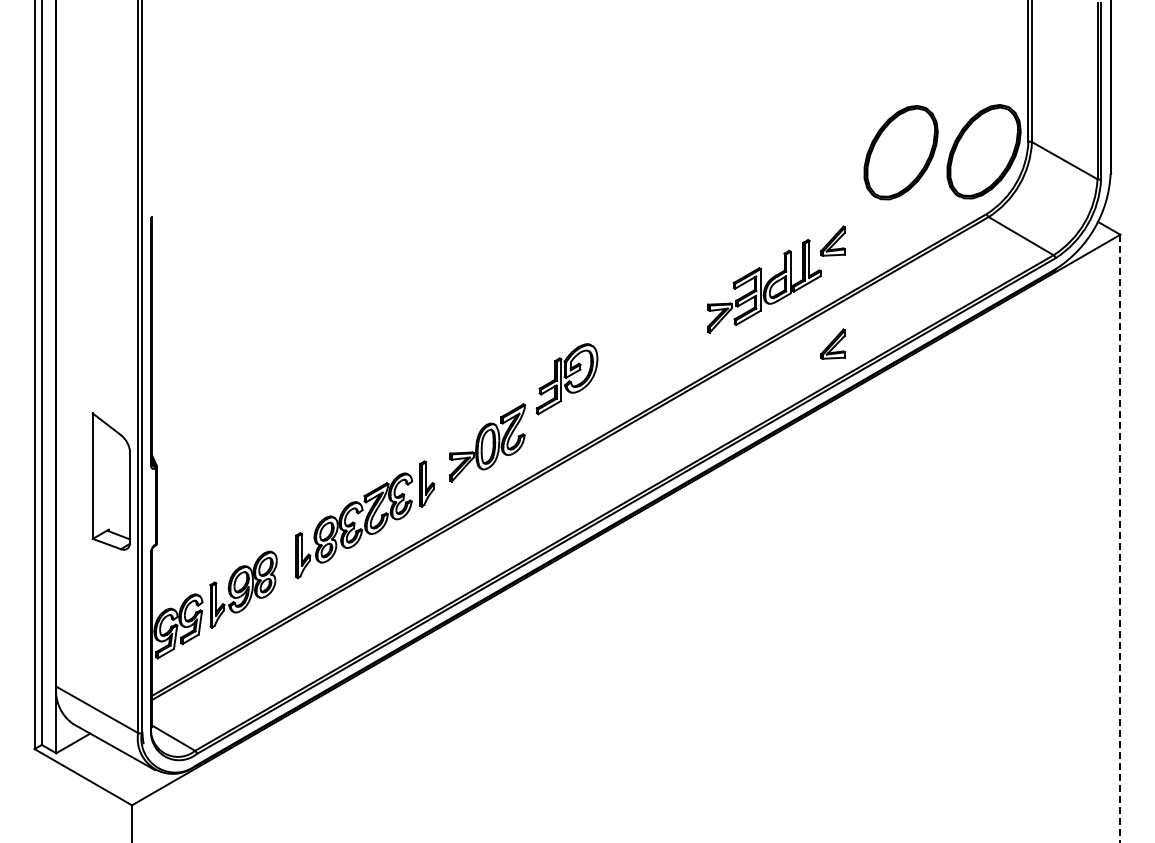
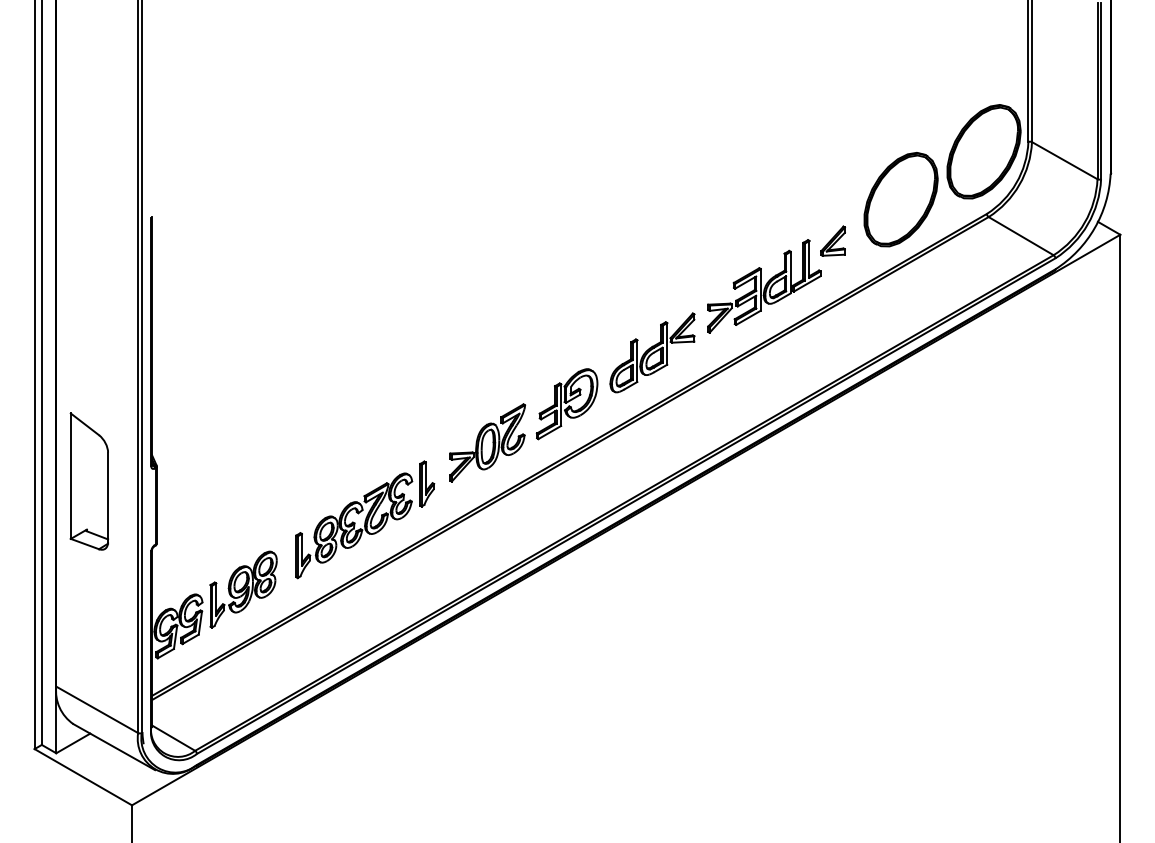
part at (900, 152) position: (900, 152) -> (900, 199)
part at (832, 343): present -> none
part at (652, 352): none -> present
part at (566, 379) position: (566, 379) -> (566, 404)
part at (110, 481) position: (110, 481) -> (88, 481)
line at (1120, 538): dashed -> solid
